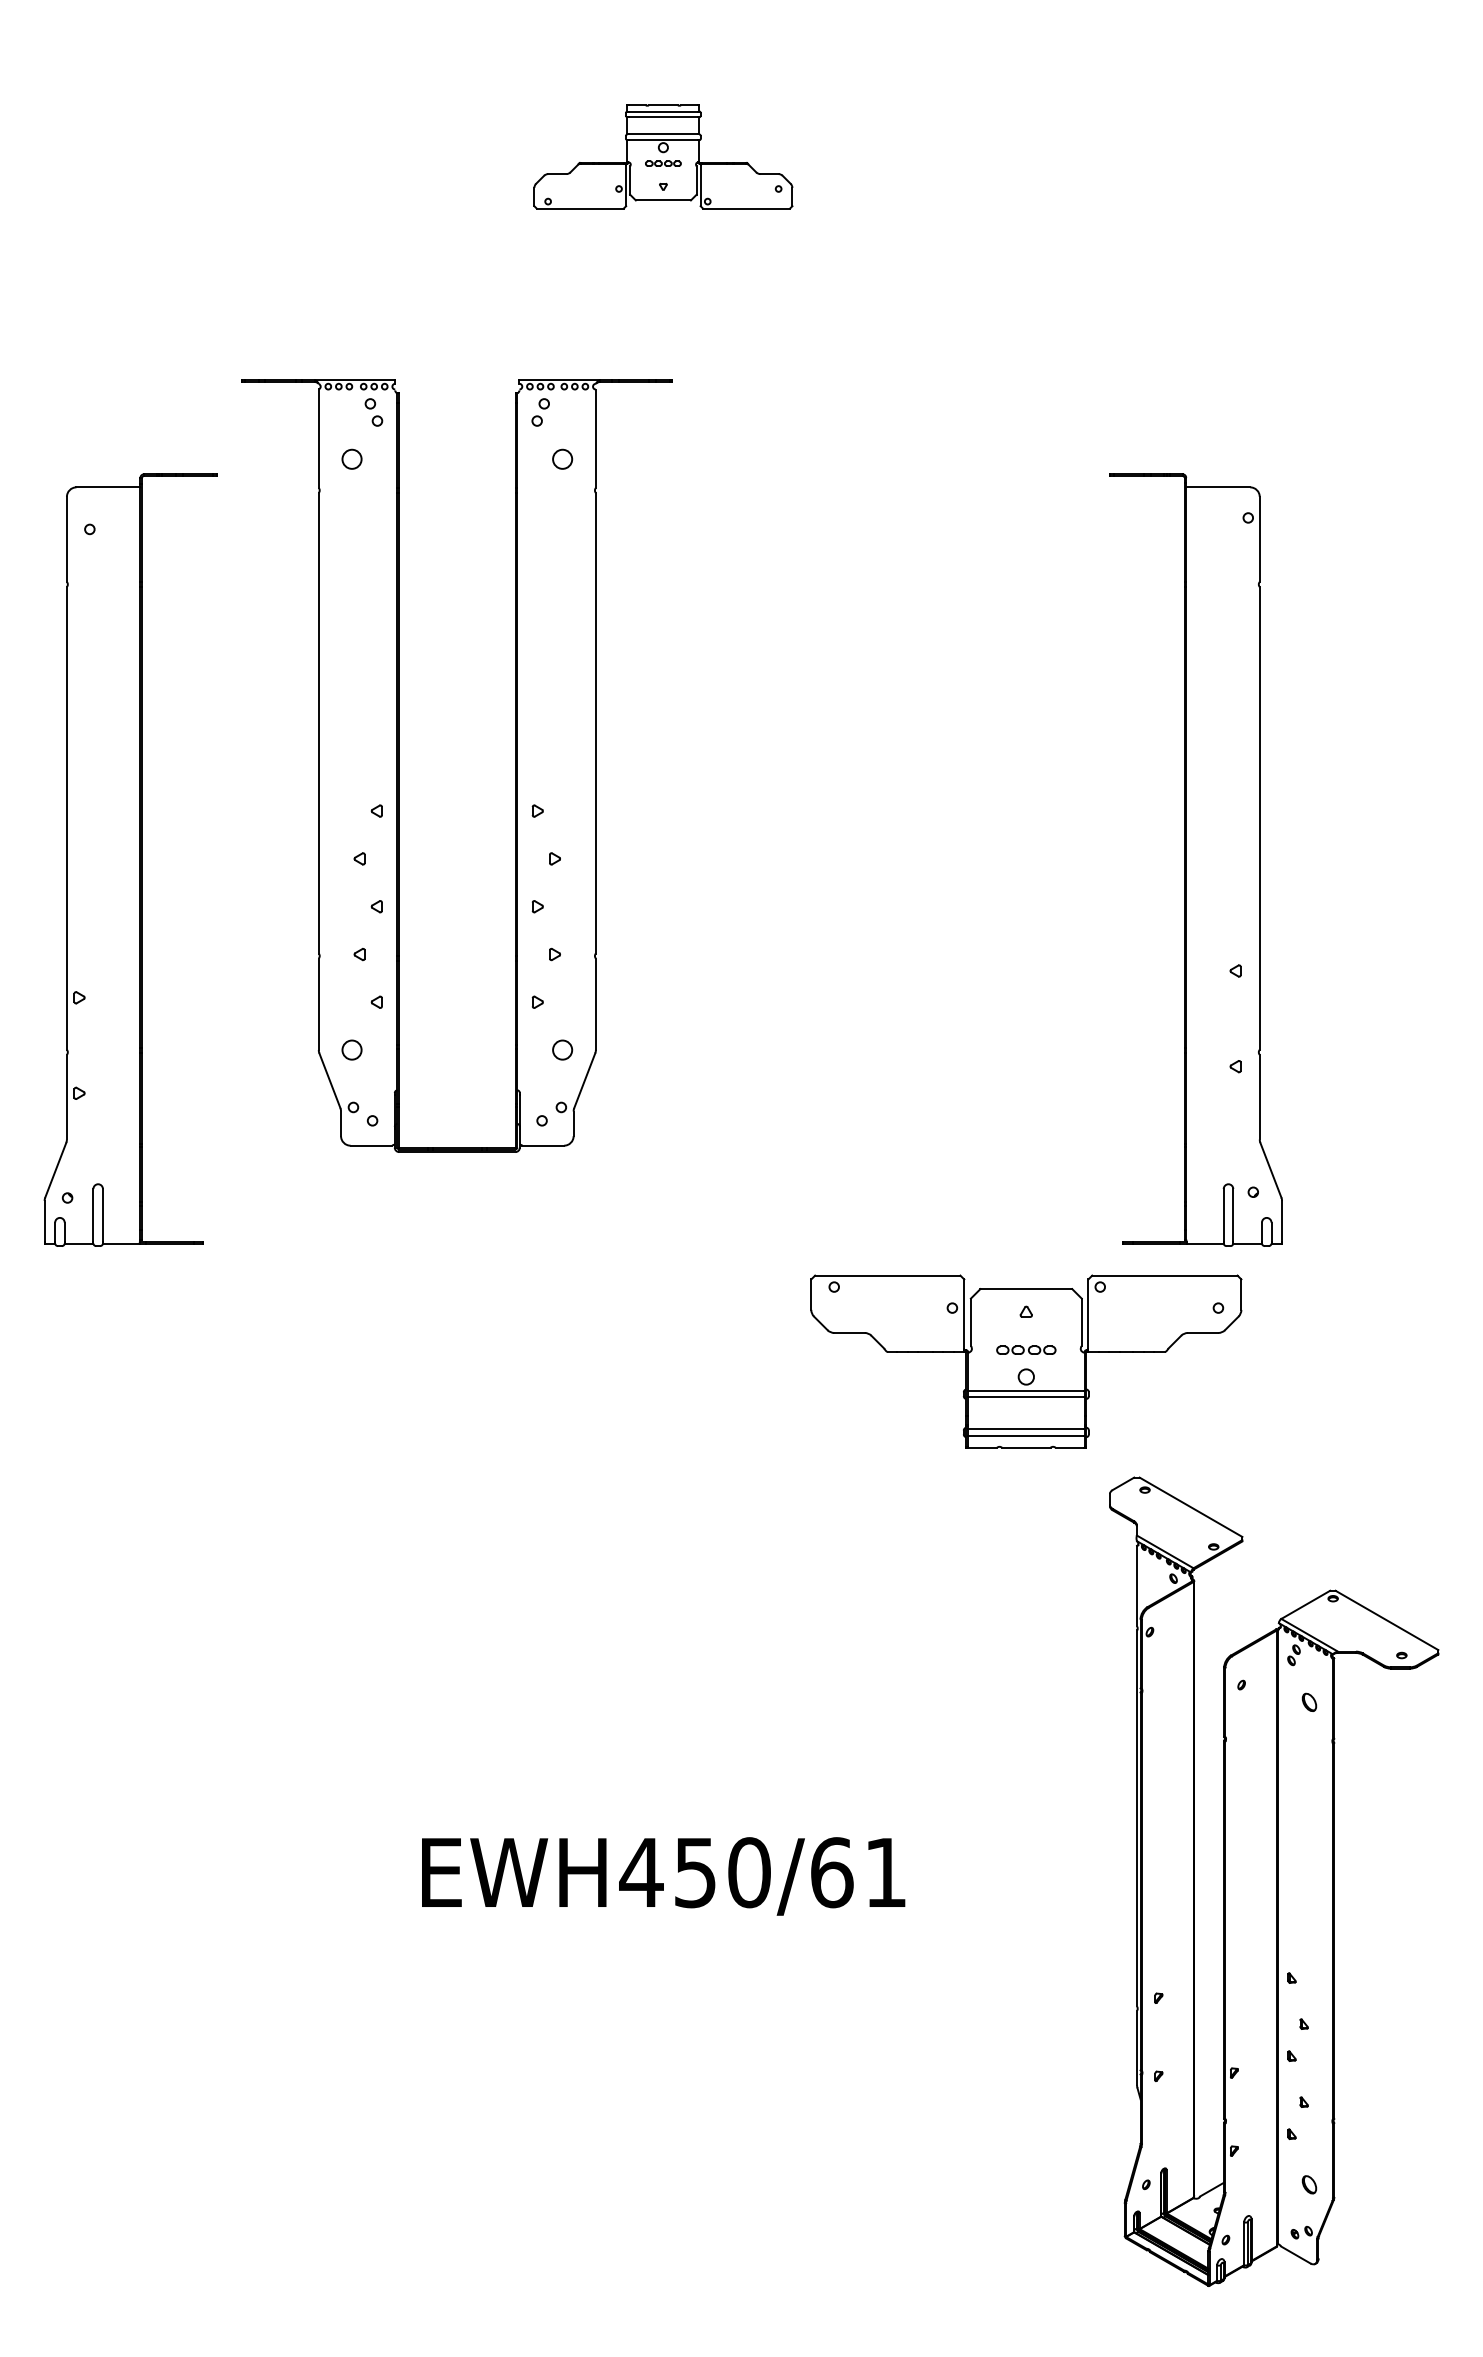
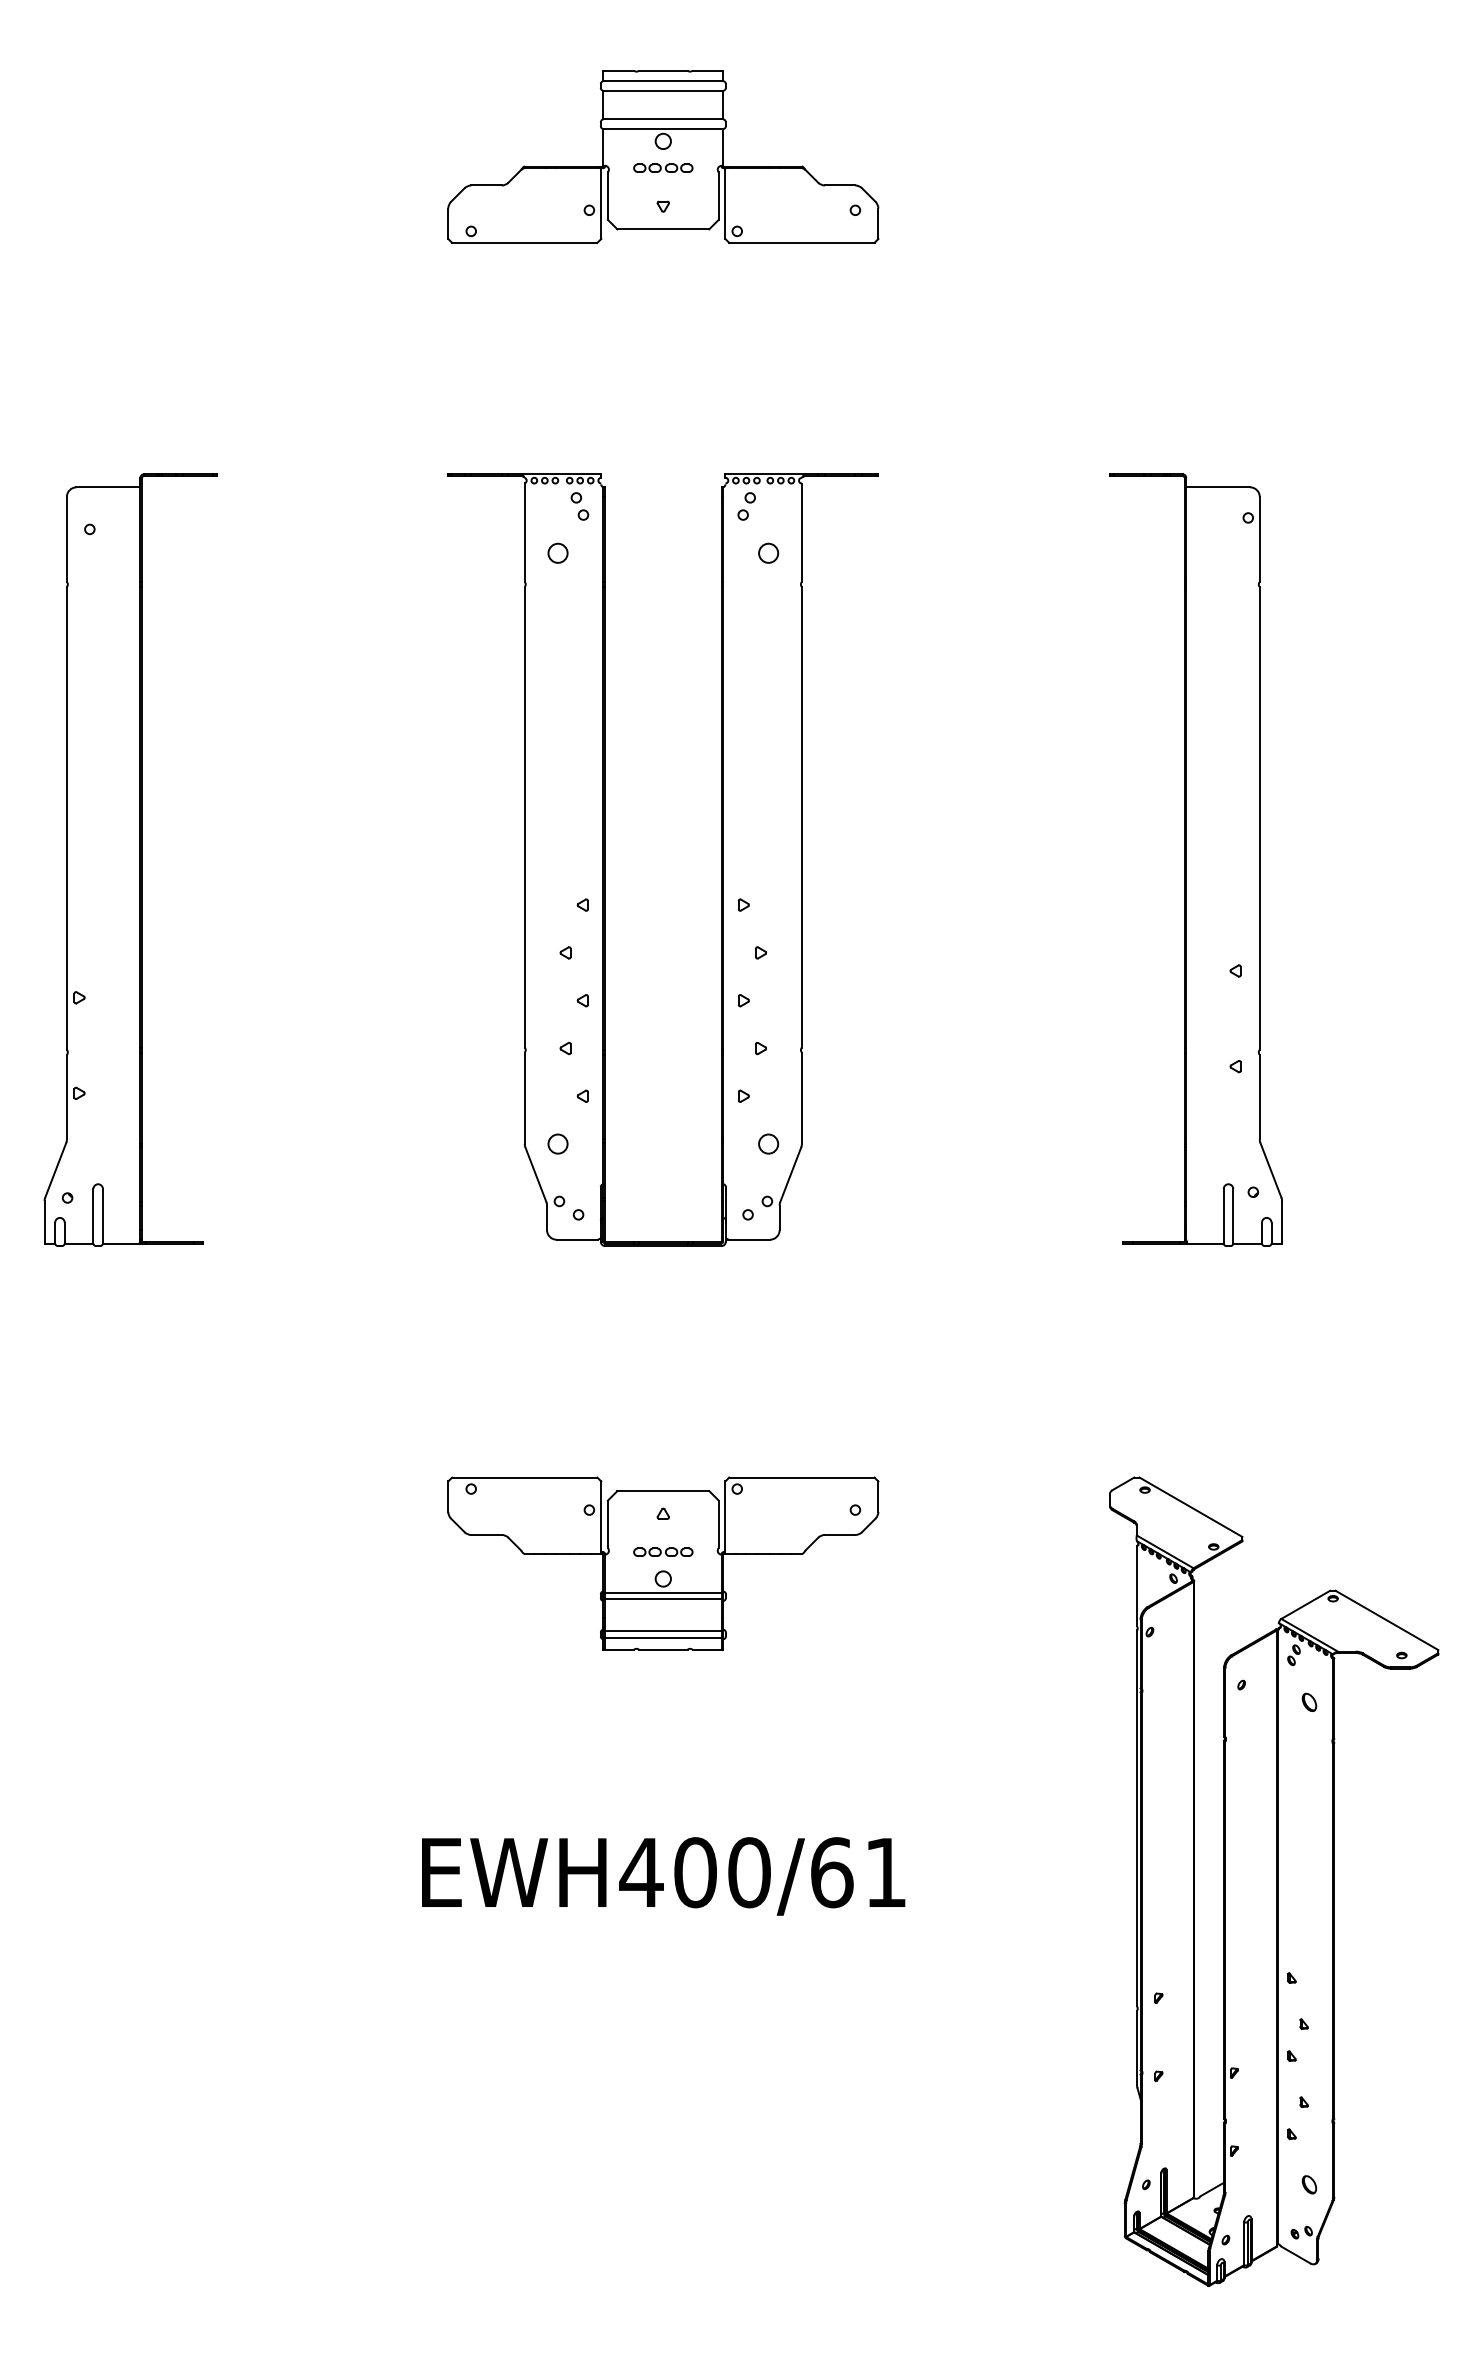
part at (663, 156) size: 261x106 px -> 433x174 px
part at (399, 765) position: (399, 765) -> (605, 859)
part at (1026, 1361) position: (1026, 1361) -> (663, 1563)
text at (695, 1872): EWH450/61 -> EWH400/61
